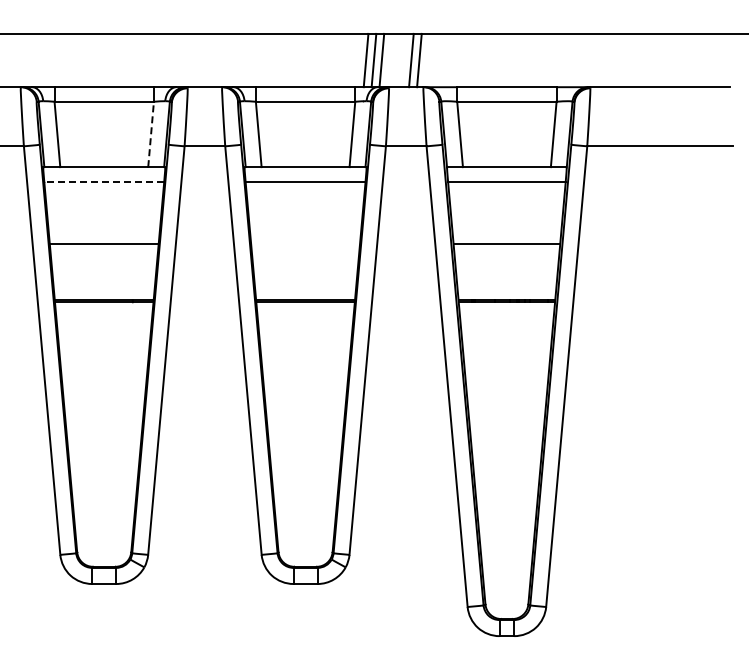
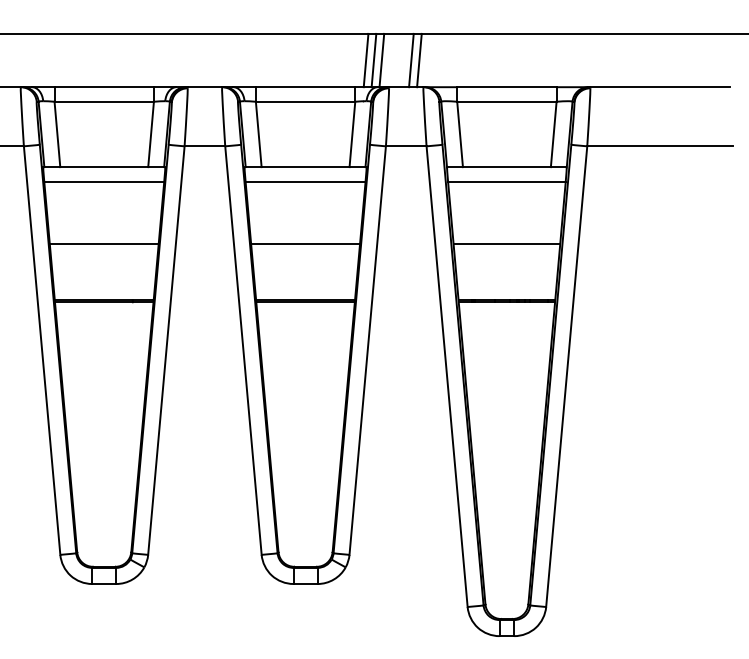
line at (151, 134): dashed -> solid
line at (104, 182): dashed -> solid
line at (305, 244): none -> present
